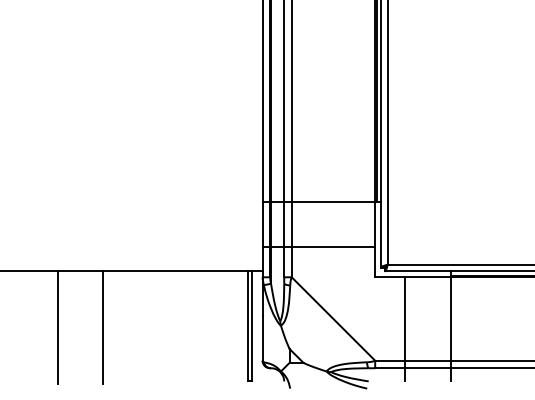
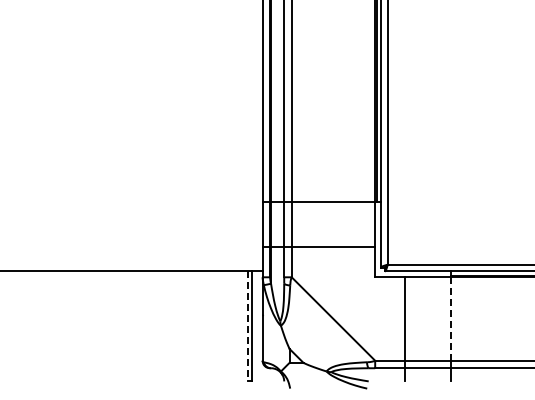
line at (450, 318): solid -> dashed
line at (247, 326): solid -> dashed
line at (57, 327): present -> none
line at (102, 327): present -> none
